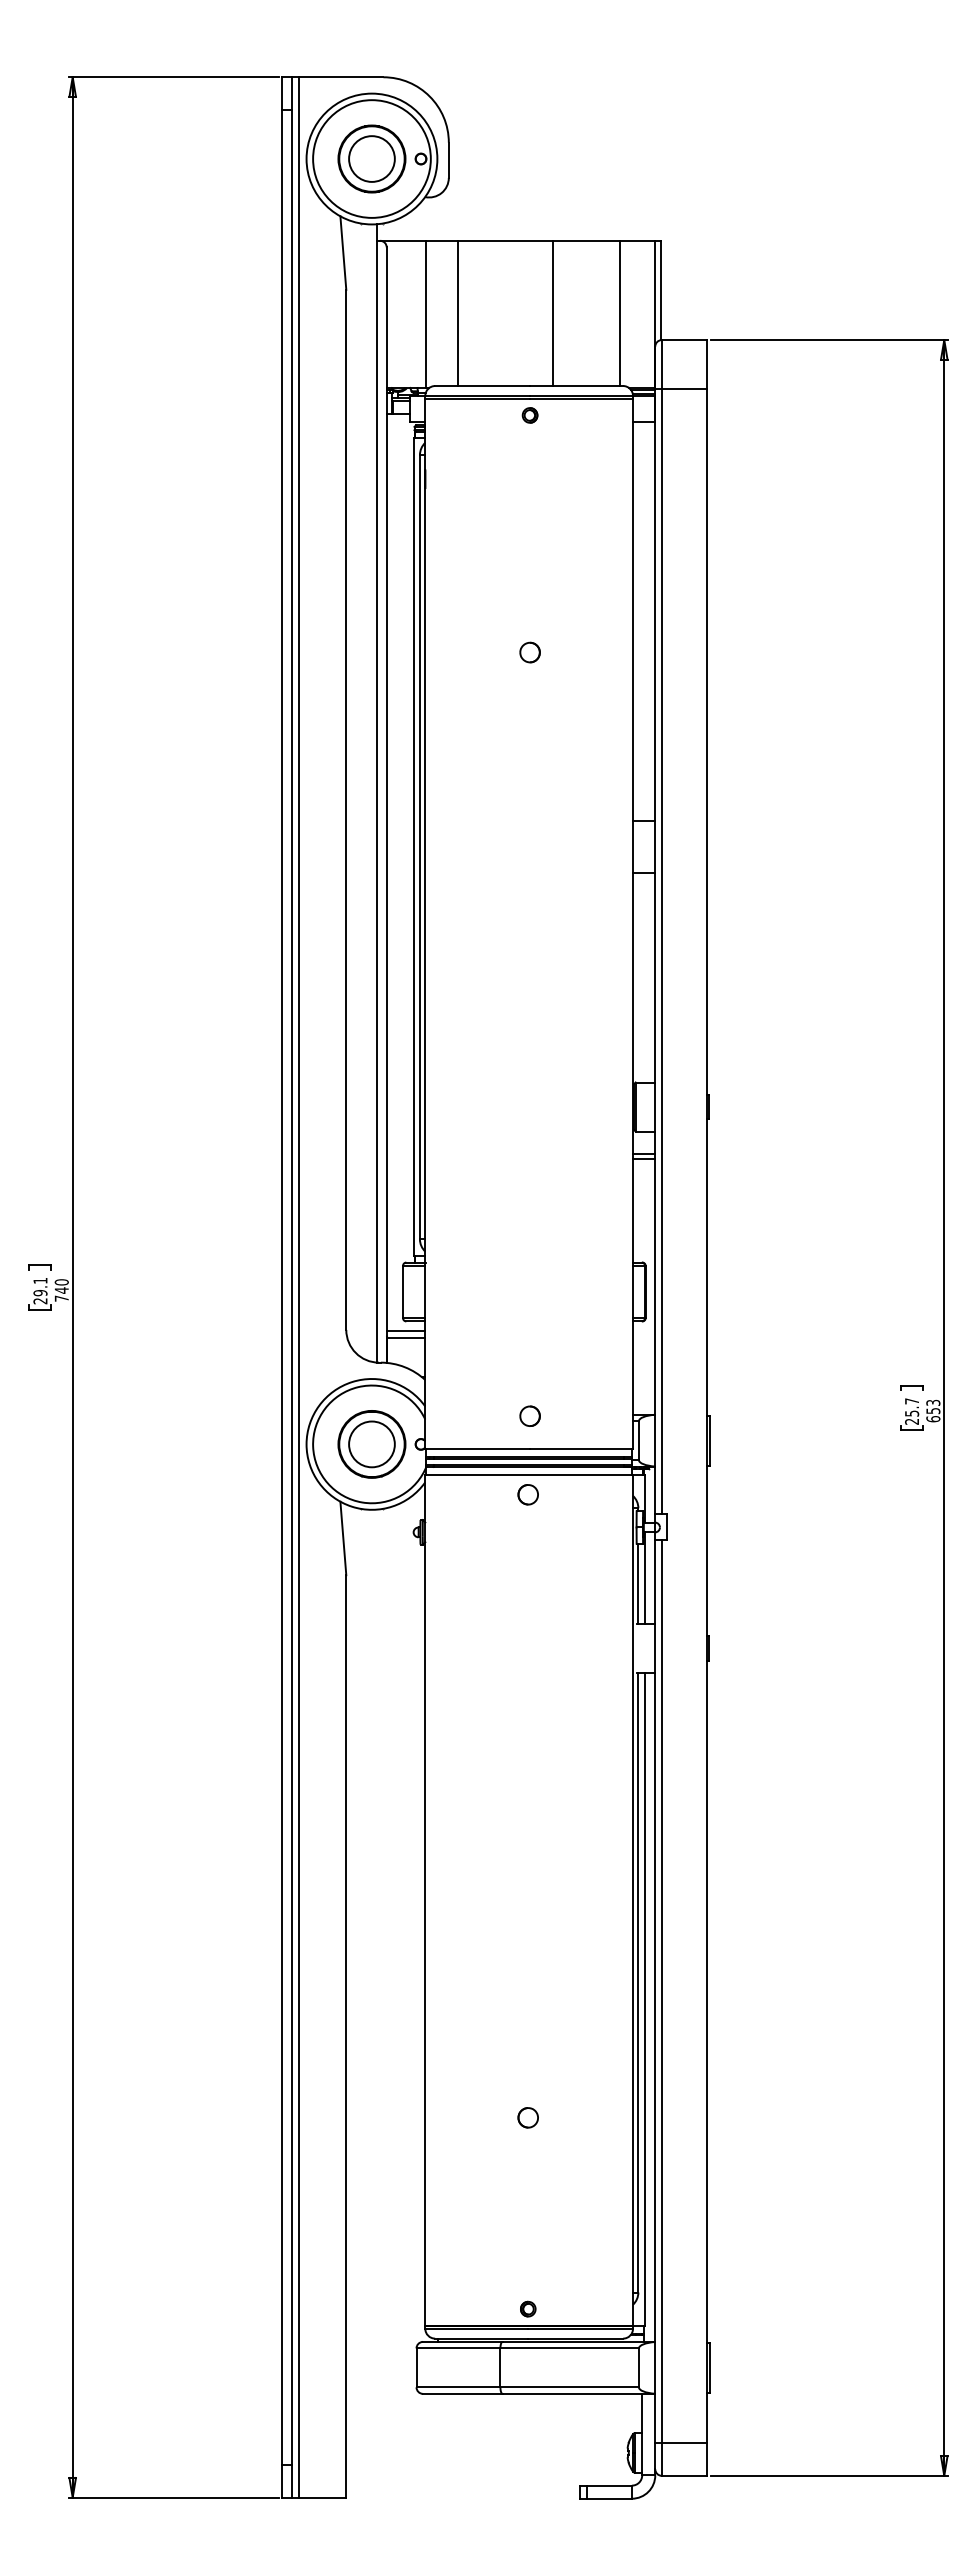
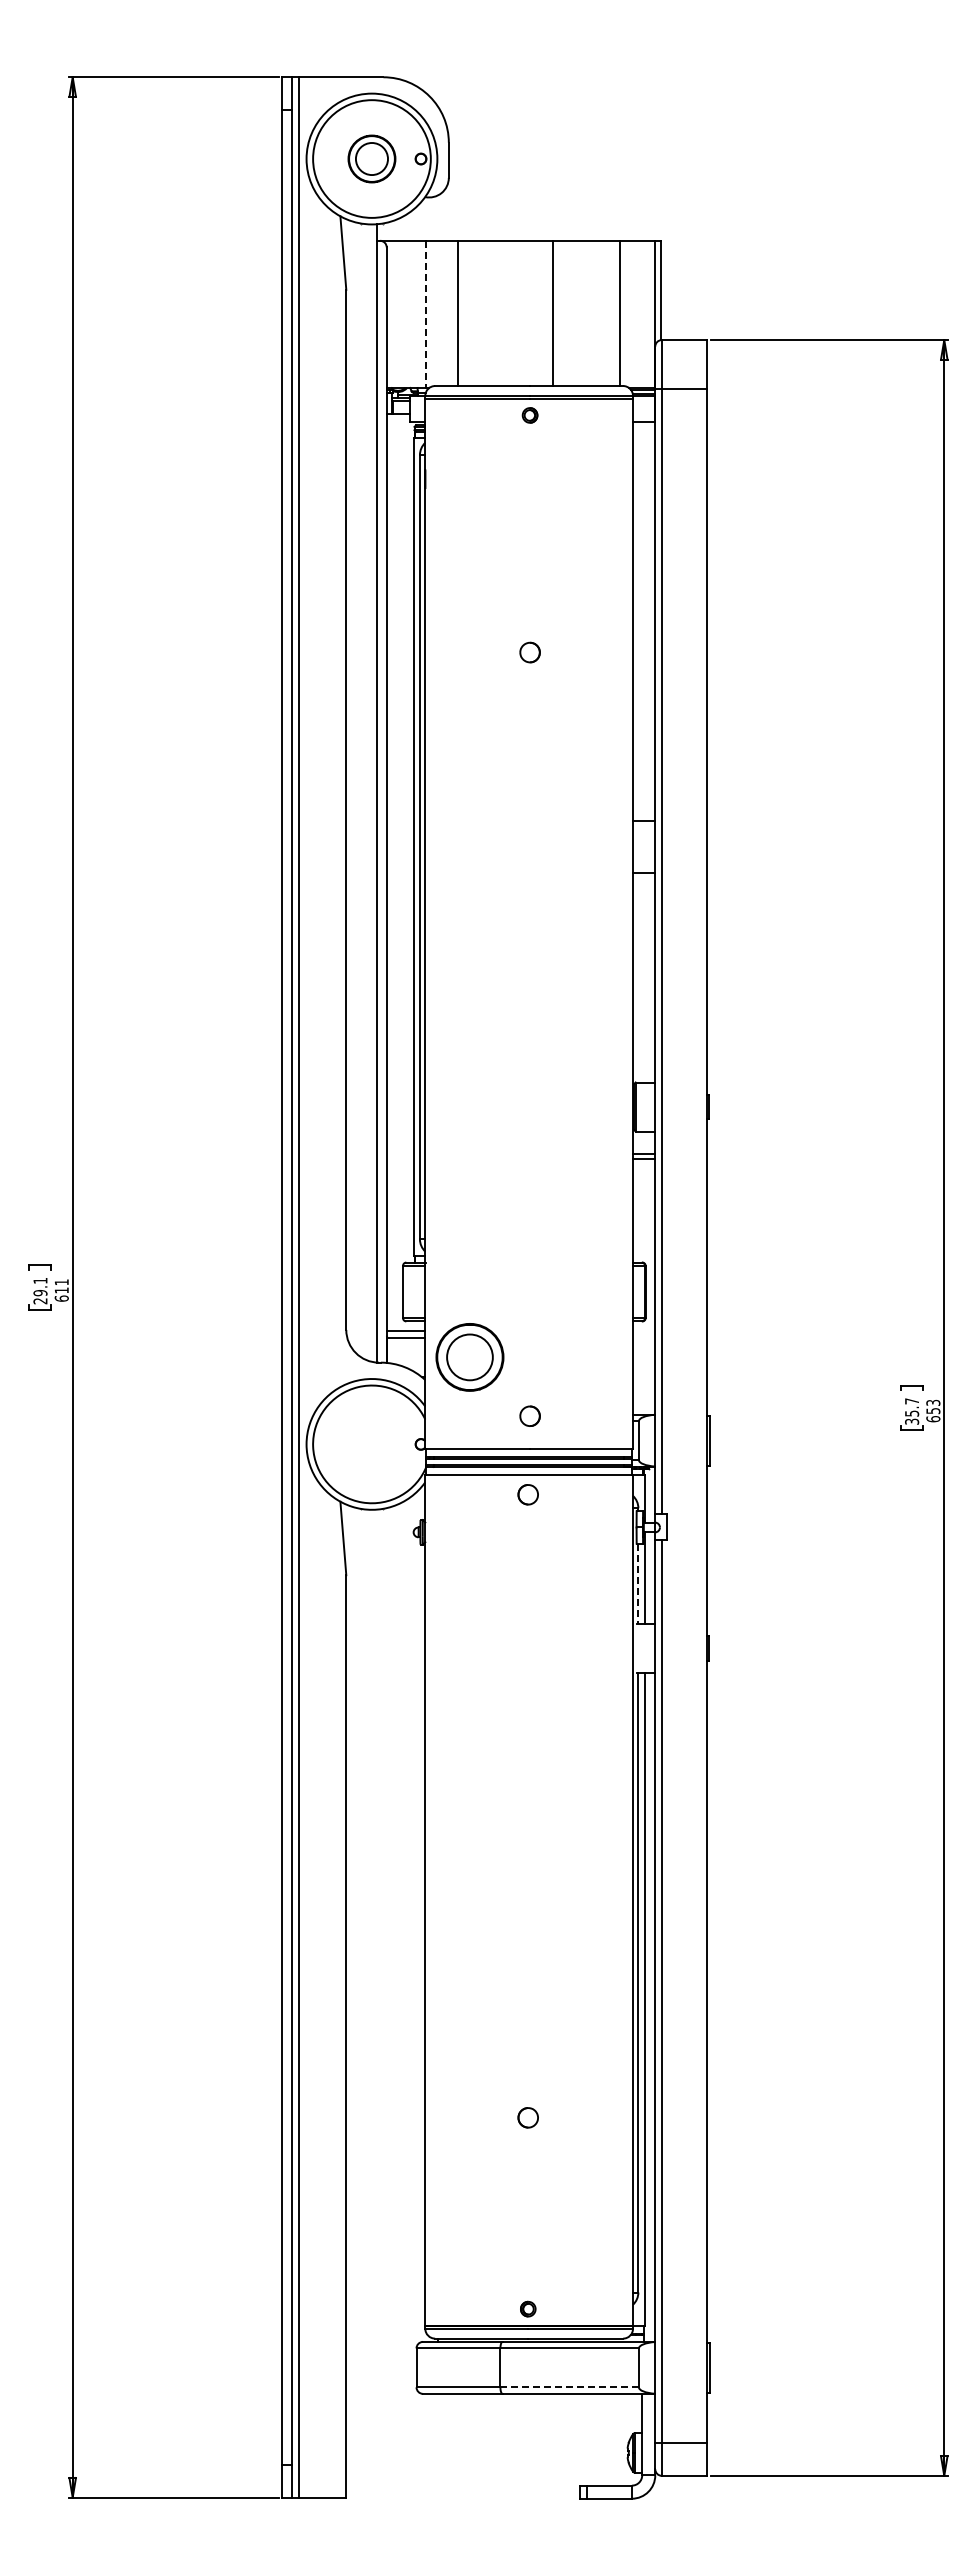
part at (371, 158) size: 70x70 px -> 50x50 px
line at (425, 314): solid -> dashed
text at (61, 1290): 740 -> 611
text at (912, 1421): 25.7 -> 35.7
part at (371, 1444) position: (371, 1444) -> (469, 1357)
line at (638, 1584): solid -> dashed
line at (570, 2387): solid -> dashed
